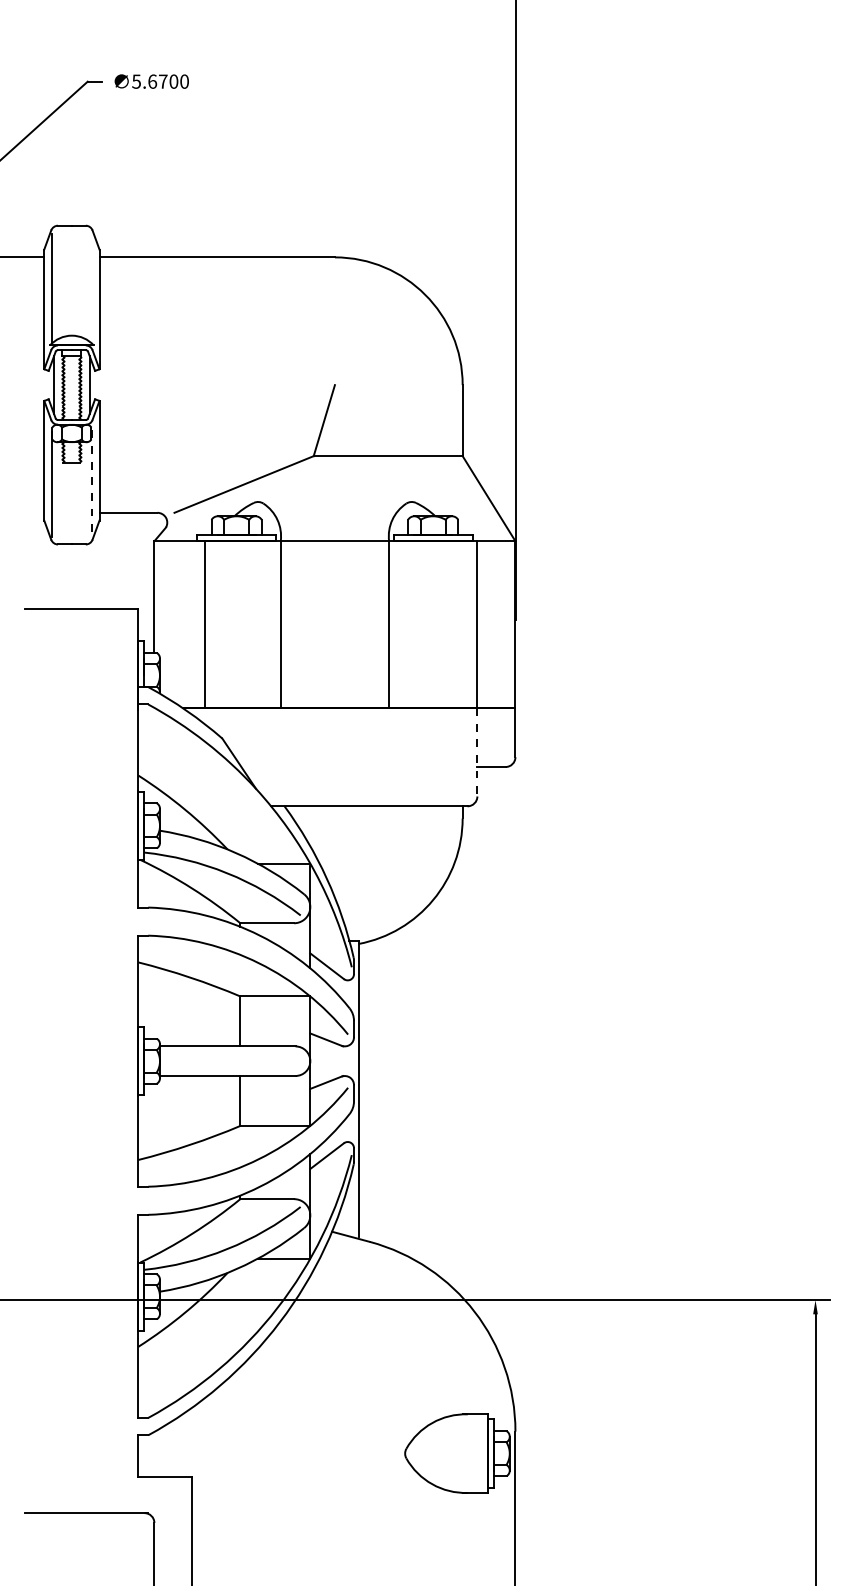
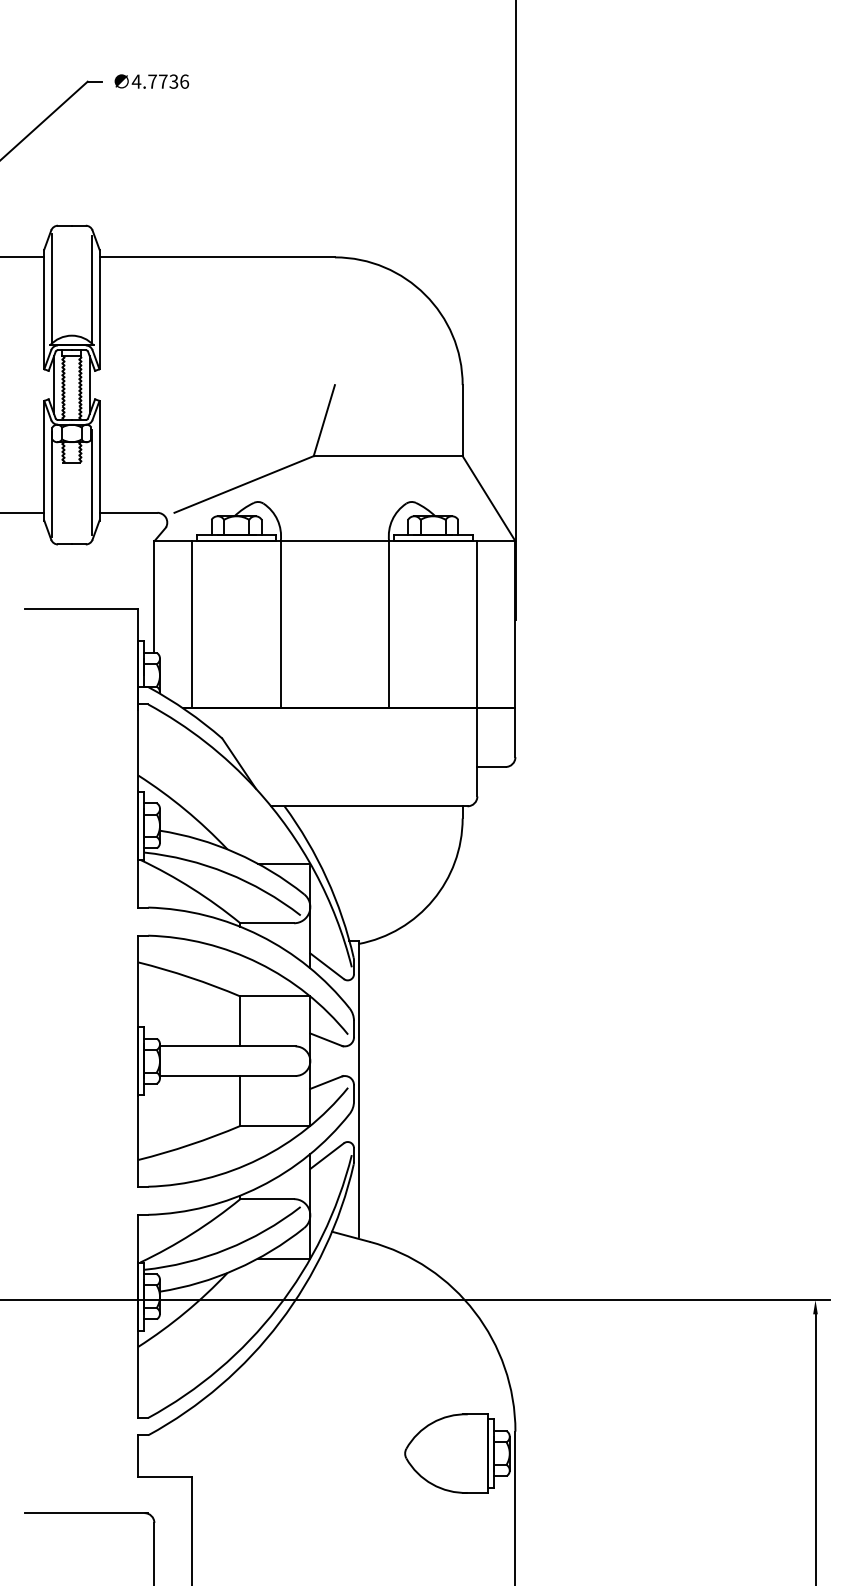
text at (160, 81): 5.6700 -> 4.7736
line at (92, 289): none -> present
line at (92, 483): dashed -> solid
line at (23, 512): none -> present
line at (205, 624) position: (205, 624) -> (192, 624)
line at (477, 752): dashed -> solid
